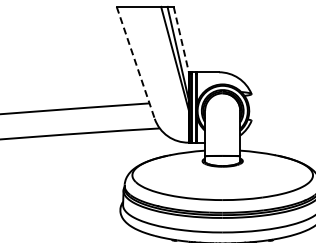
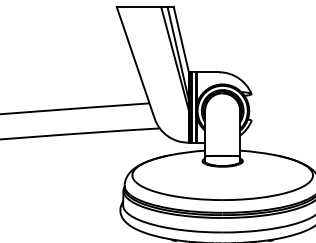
line at (181, 39): dashed -> solid
line at (135, 63): dashed -> solid
